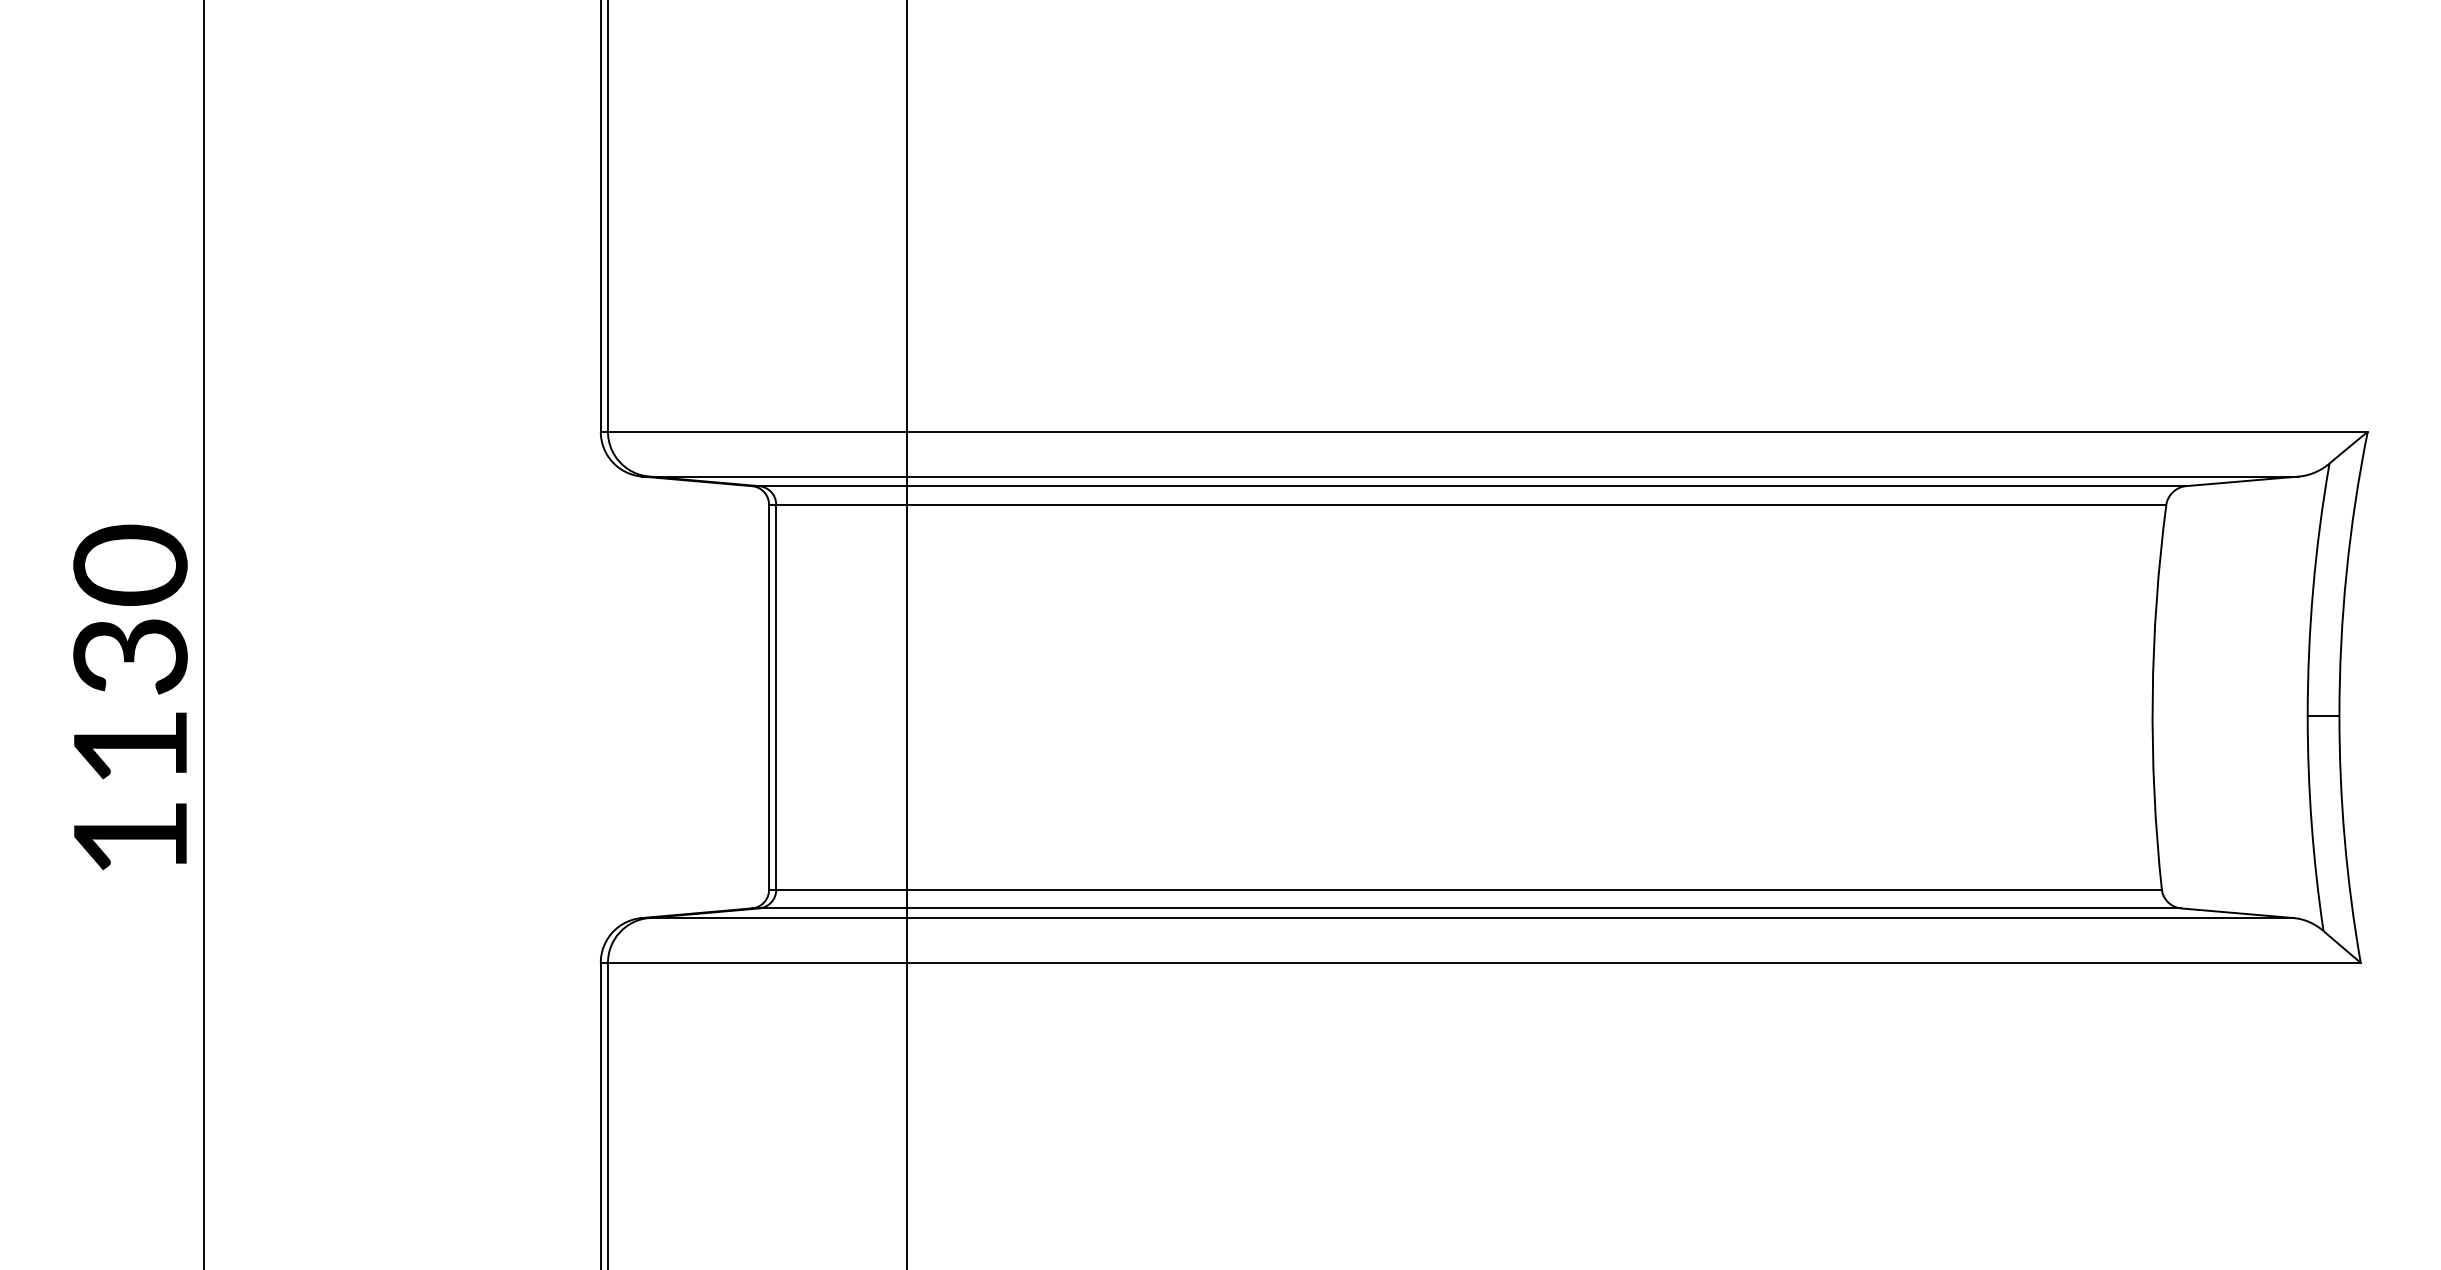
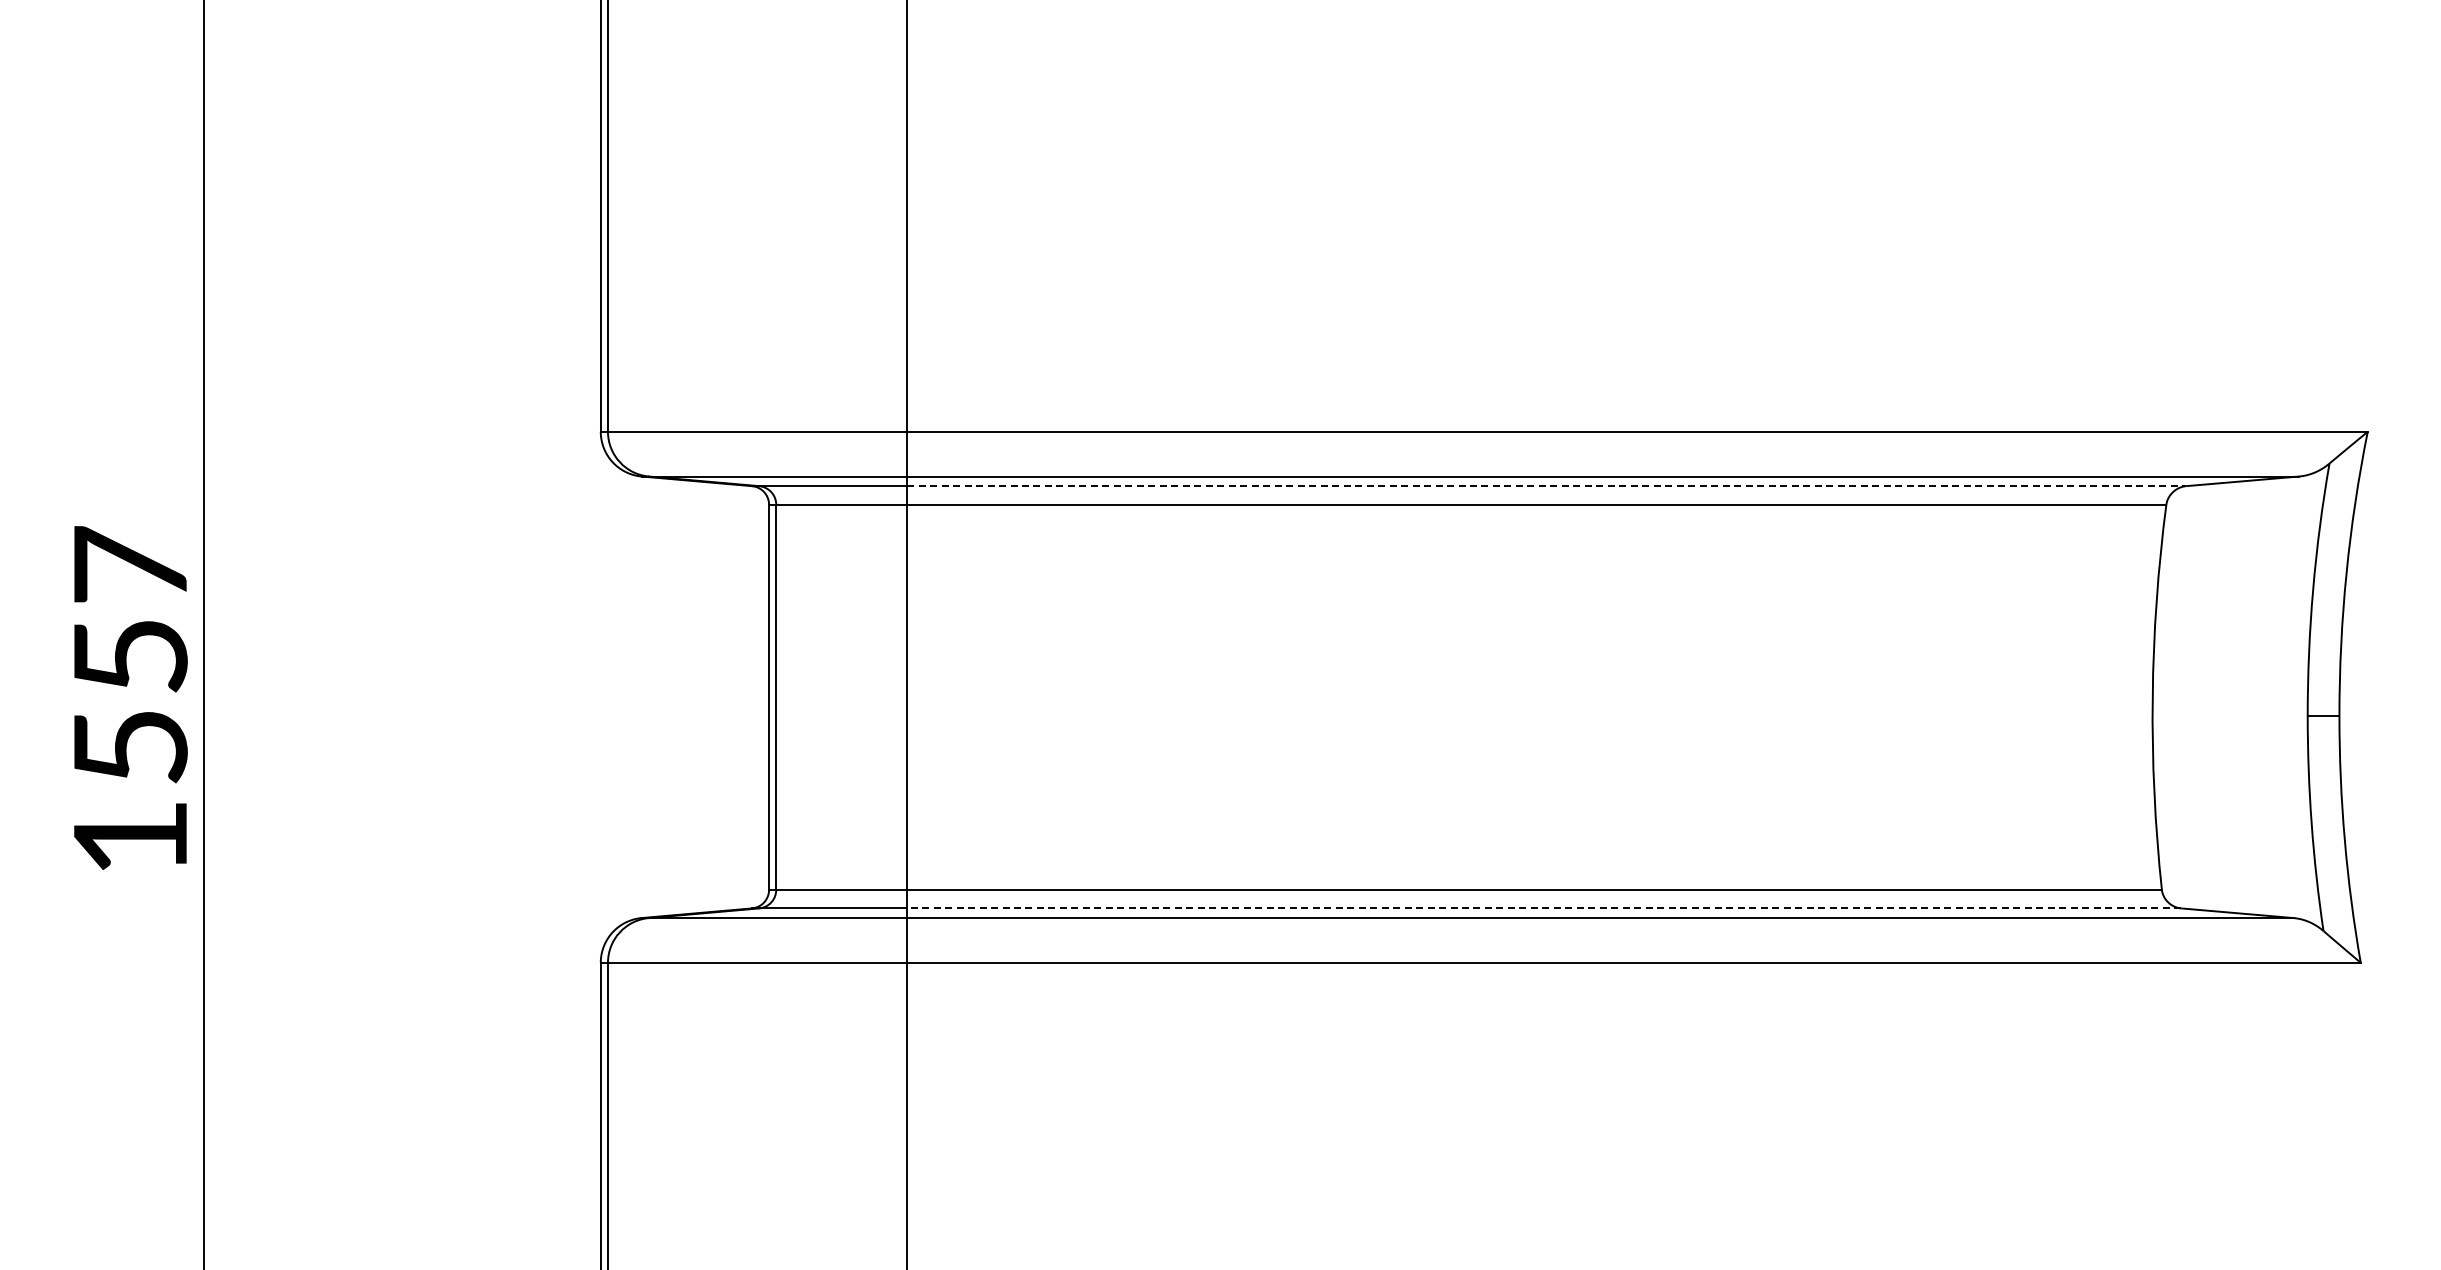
line at (1546, 486): solid -> dashed
text at (130, 653): 1130 -> 1557
line at (1543, 908): solid -> dashed
